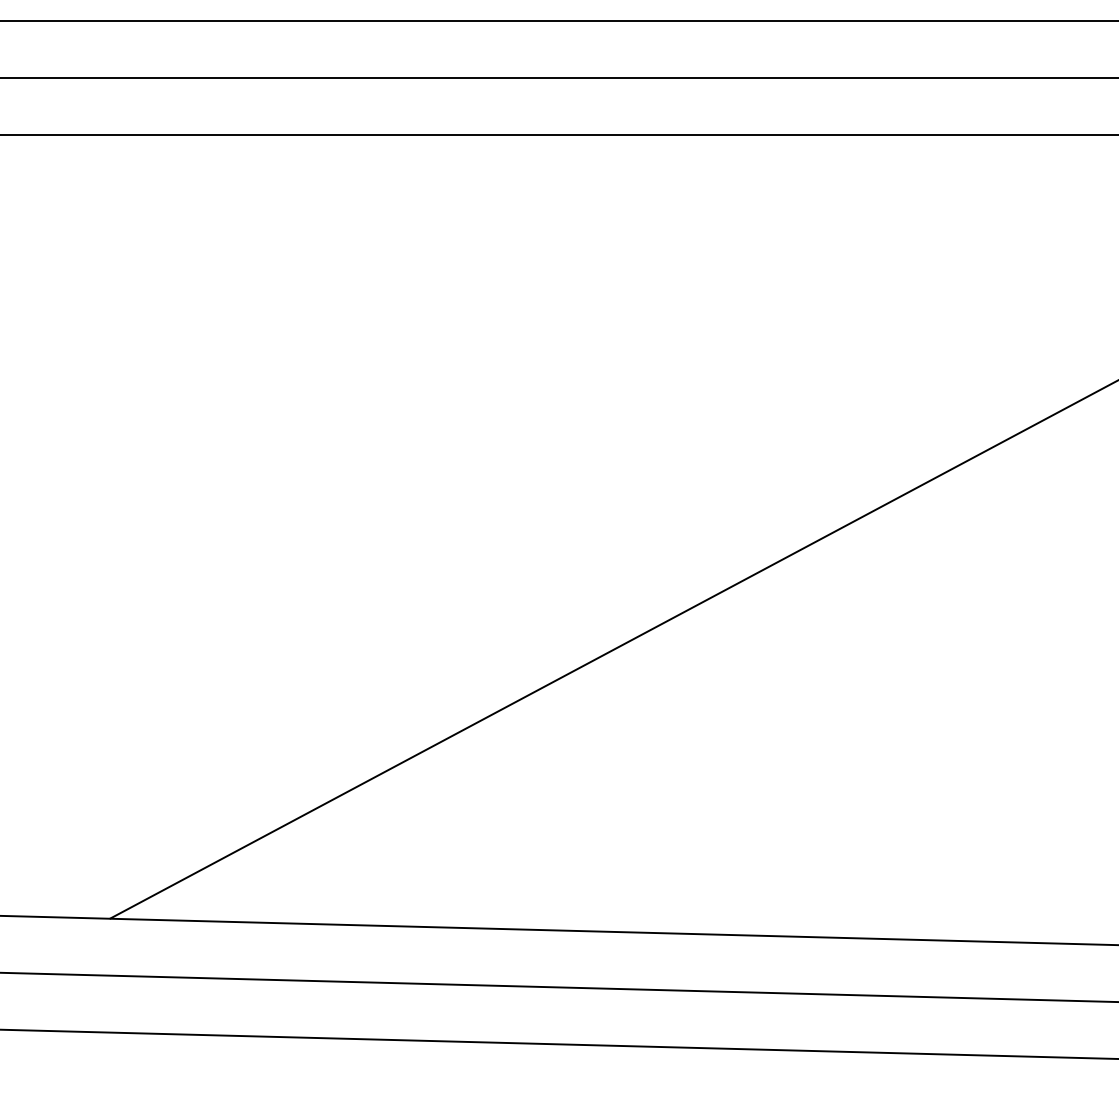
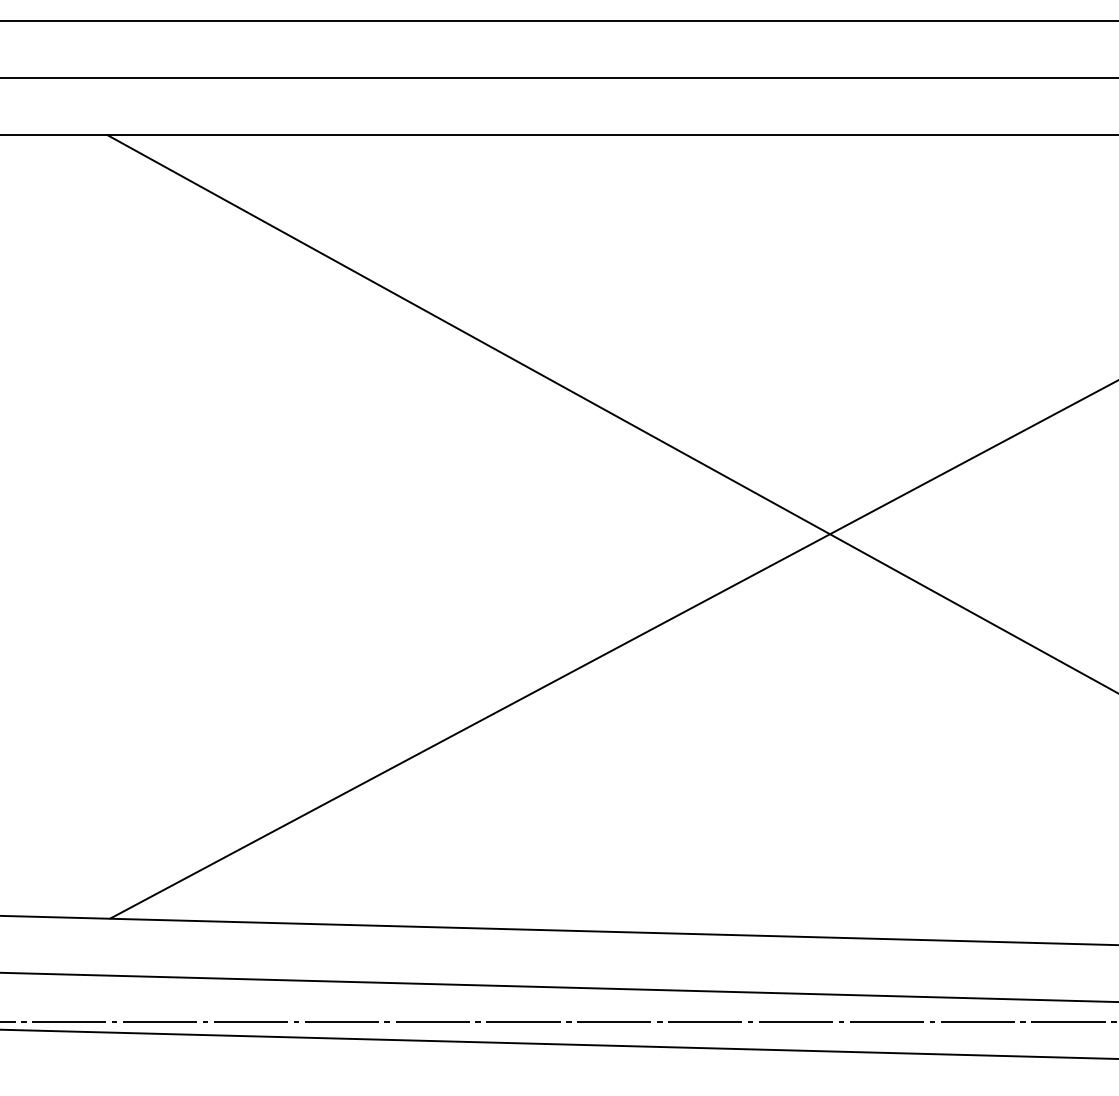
line at (611, 413): none -> present
line at (558, 1022): none -> present
